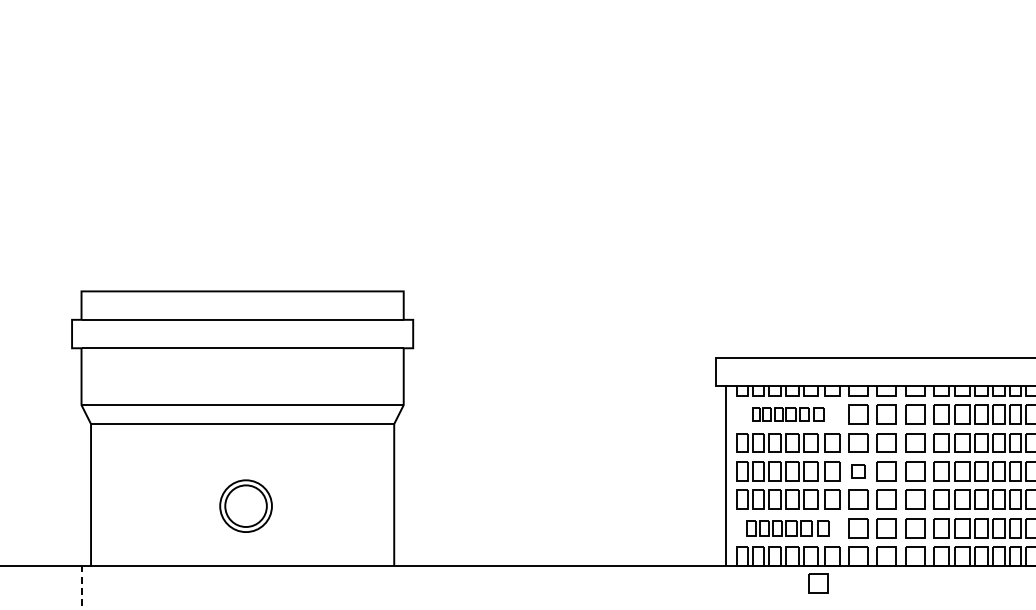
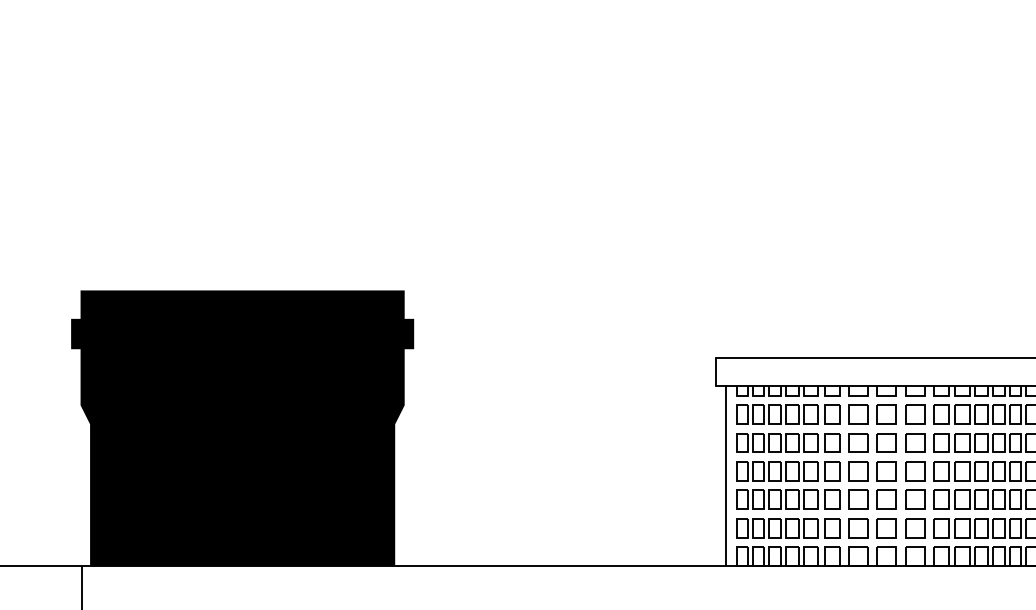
part at (788, 414) size: 73x15 px -> 105x21 px
fill at (242, 428): none -> present
part at (858, 471) size: 15x15 px -> 21x21 px
part at (787, 528) size: 84x17 px -> 105x21 px
part at (818, 583): present -> none
line at (81, 587): dashed -> solid
